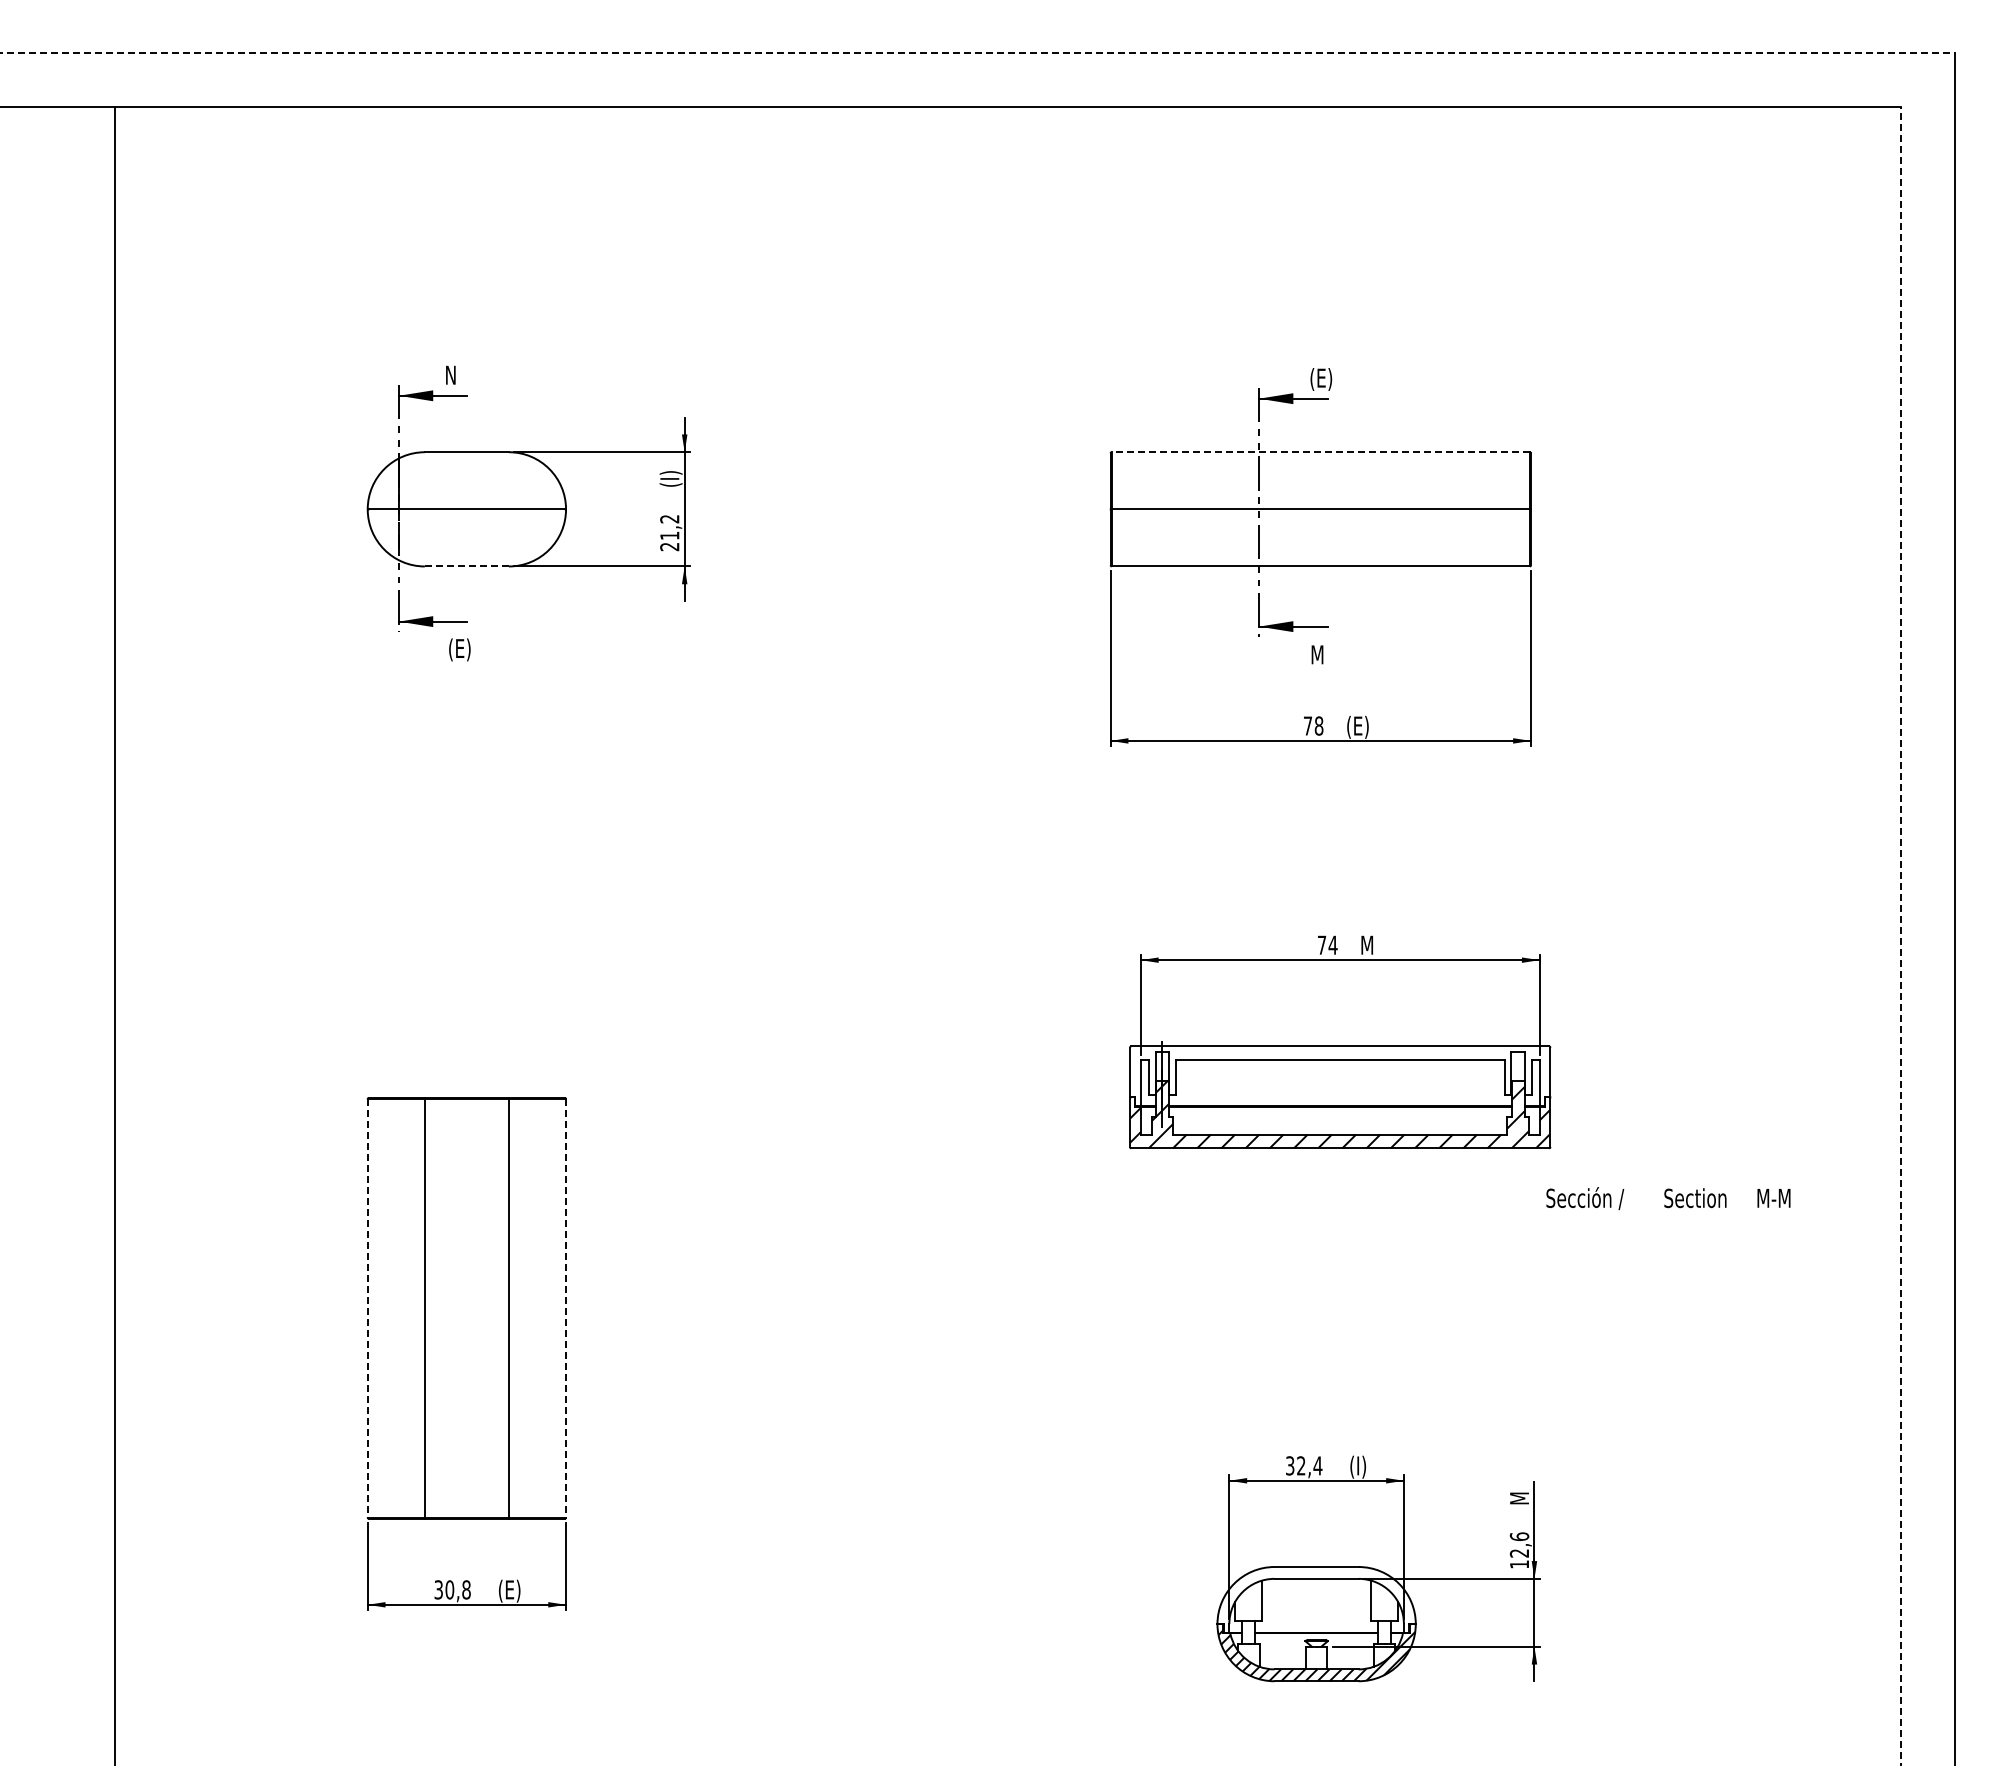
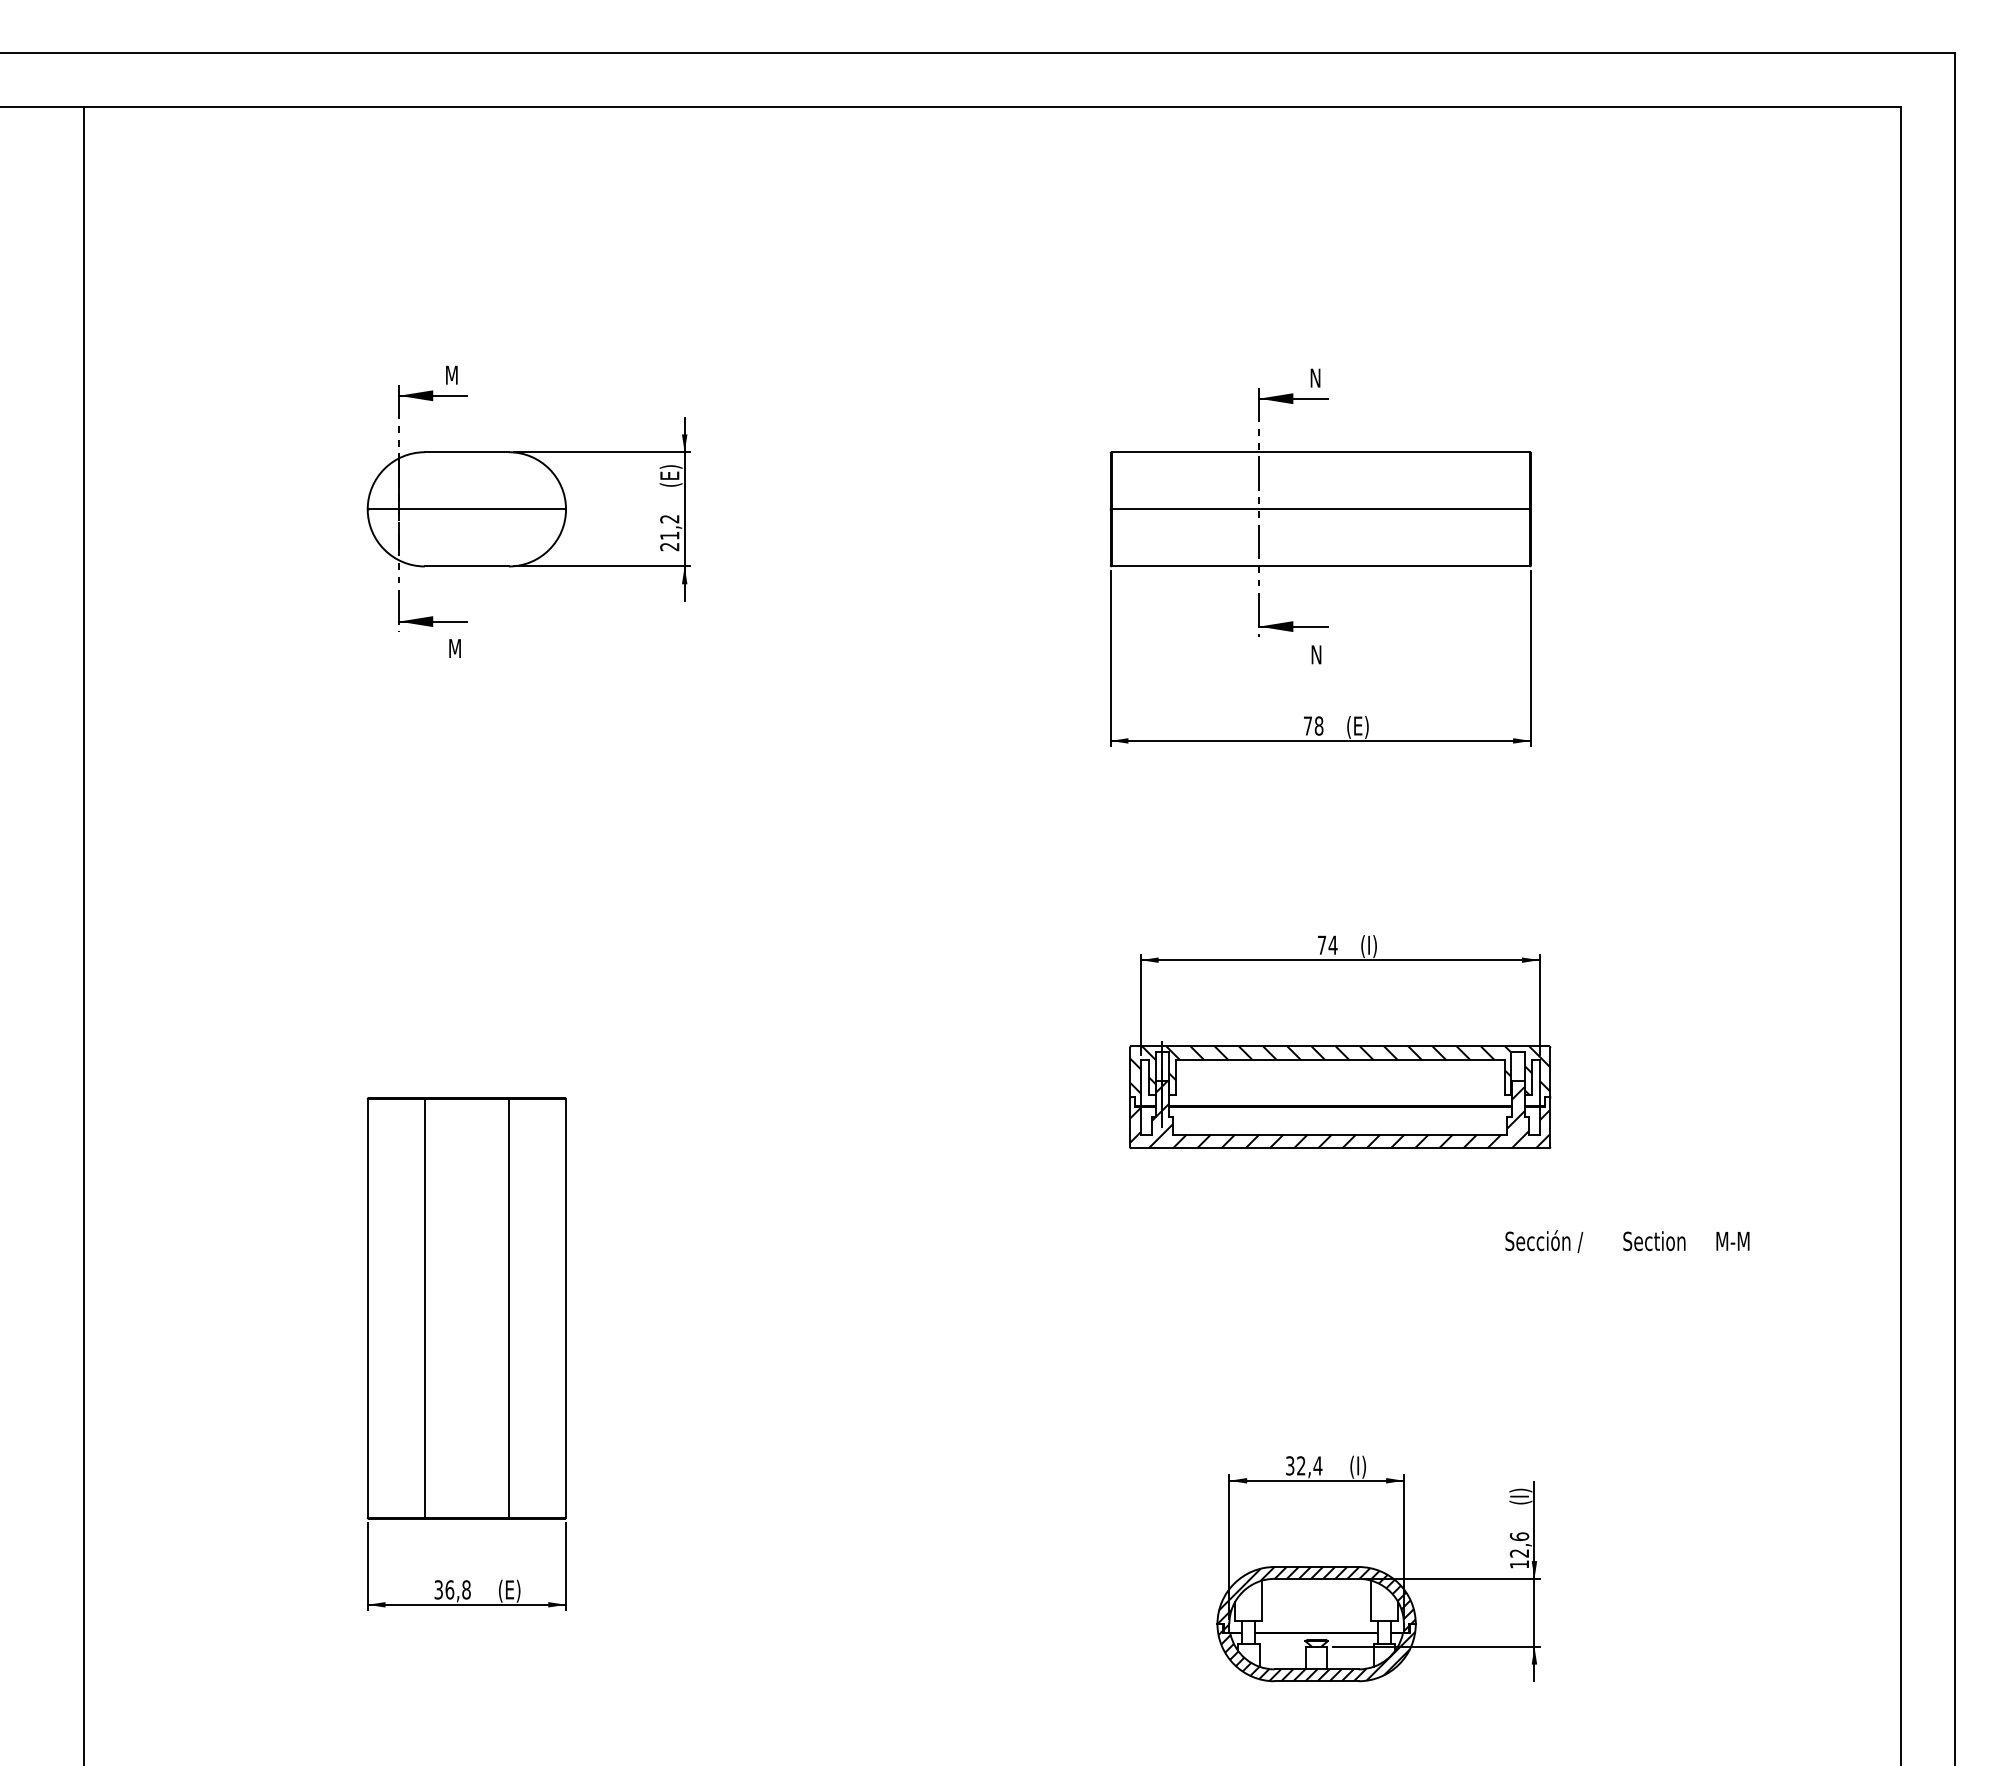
line at (977, 52): dashed -> solid
text at (452, 374): N -> M
text at (1321, 379): (E) -> N
line at (1320, 452): dashed -> solid
text at (670, 471): (I) -> (E)
line at (466, 566): dashed -> solid
text at (459, 649): (E) -> M
text at (1318, 654): M -> N
line at (114, 934) position: (114, 934) -> (83, 934)
line at (1900, 935): dashed -> solid
text at (1368, 946): M -> (I)
hatch at (1340, 1076): none -> present
text at (1668, 1198) position: (1668, 1198) -> (1627, 1241)
line at (367, 1308): dashed -> solid
line at (566, 1308): dashed -> solid
text at (1520, 1496): M -> (I)
text at (449, 1589): 30,8 -> 36,8
hatch at (1316, 1599): none -> present
